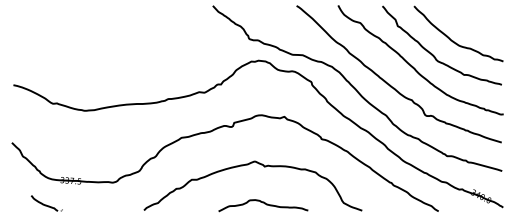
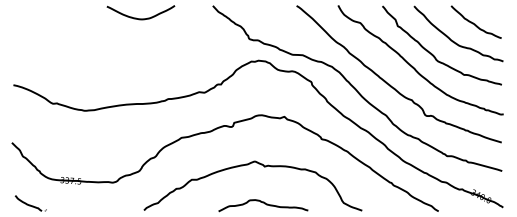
curve at (140, 18): none -> present
curve at (475, 23): none -> present
part at (46, 203) position: (46, 203) -> (30, 203)
